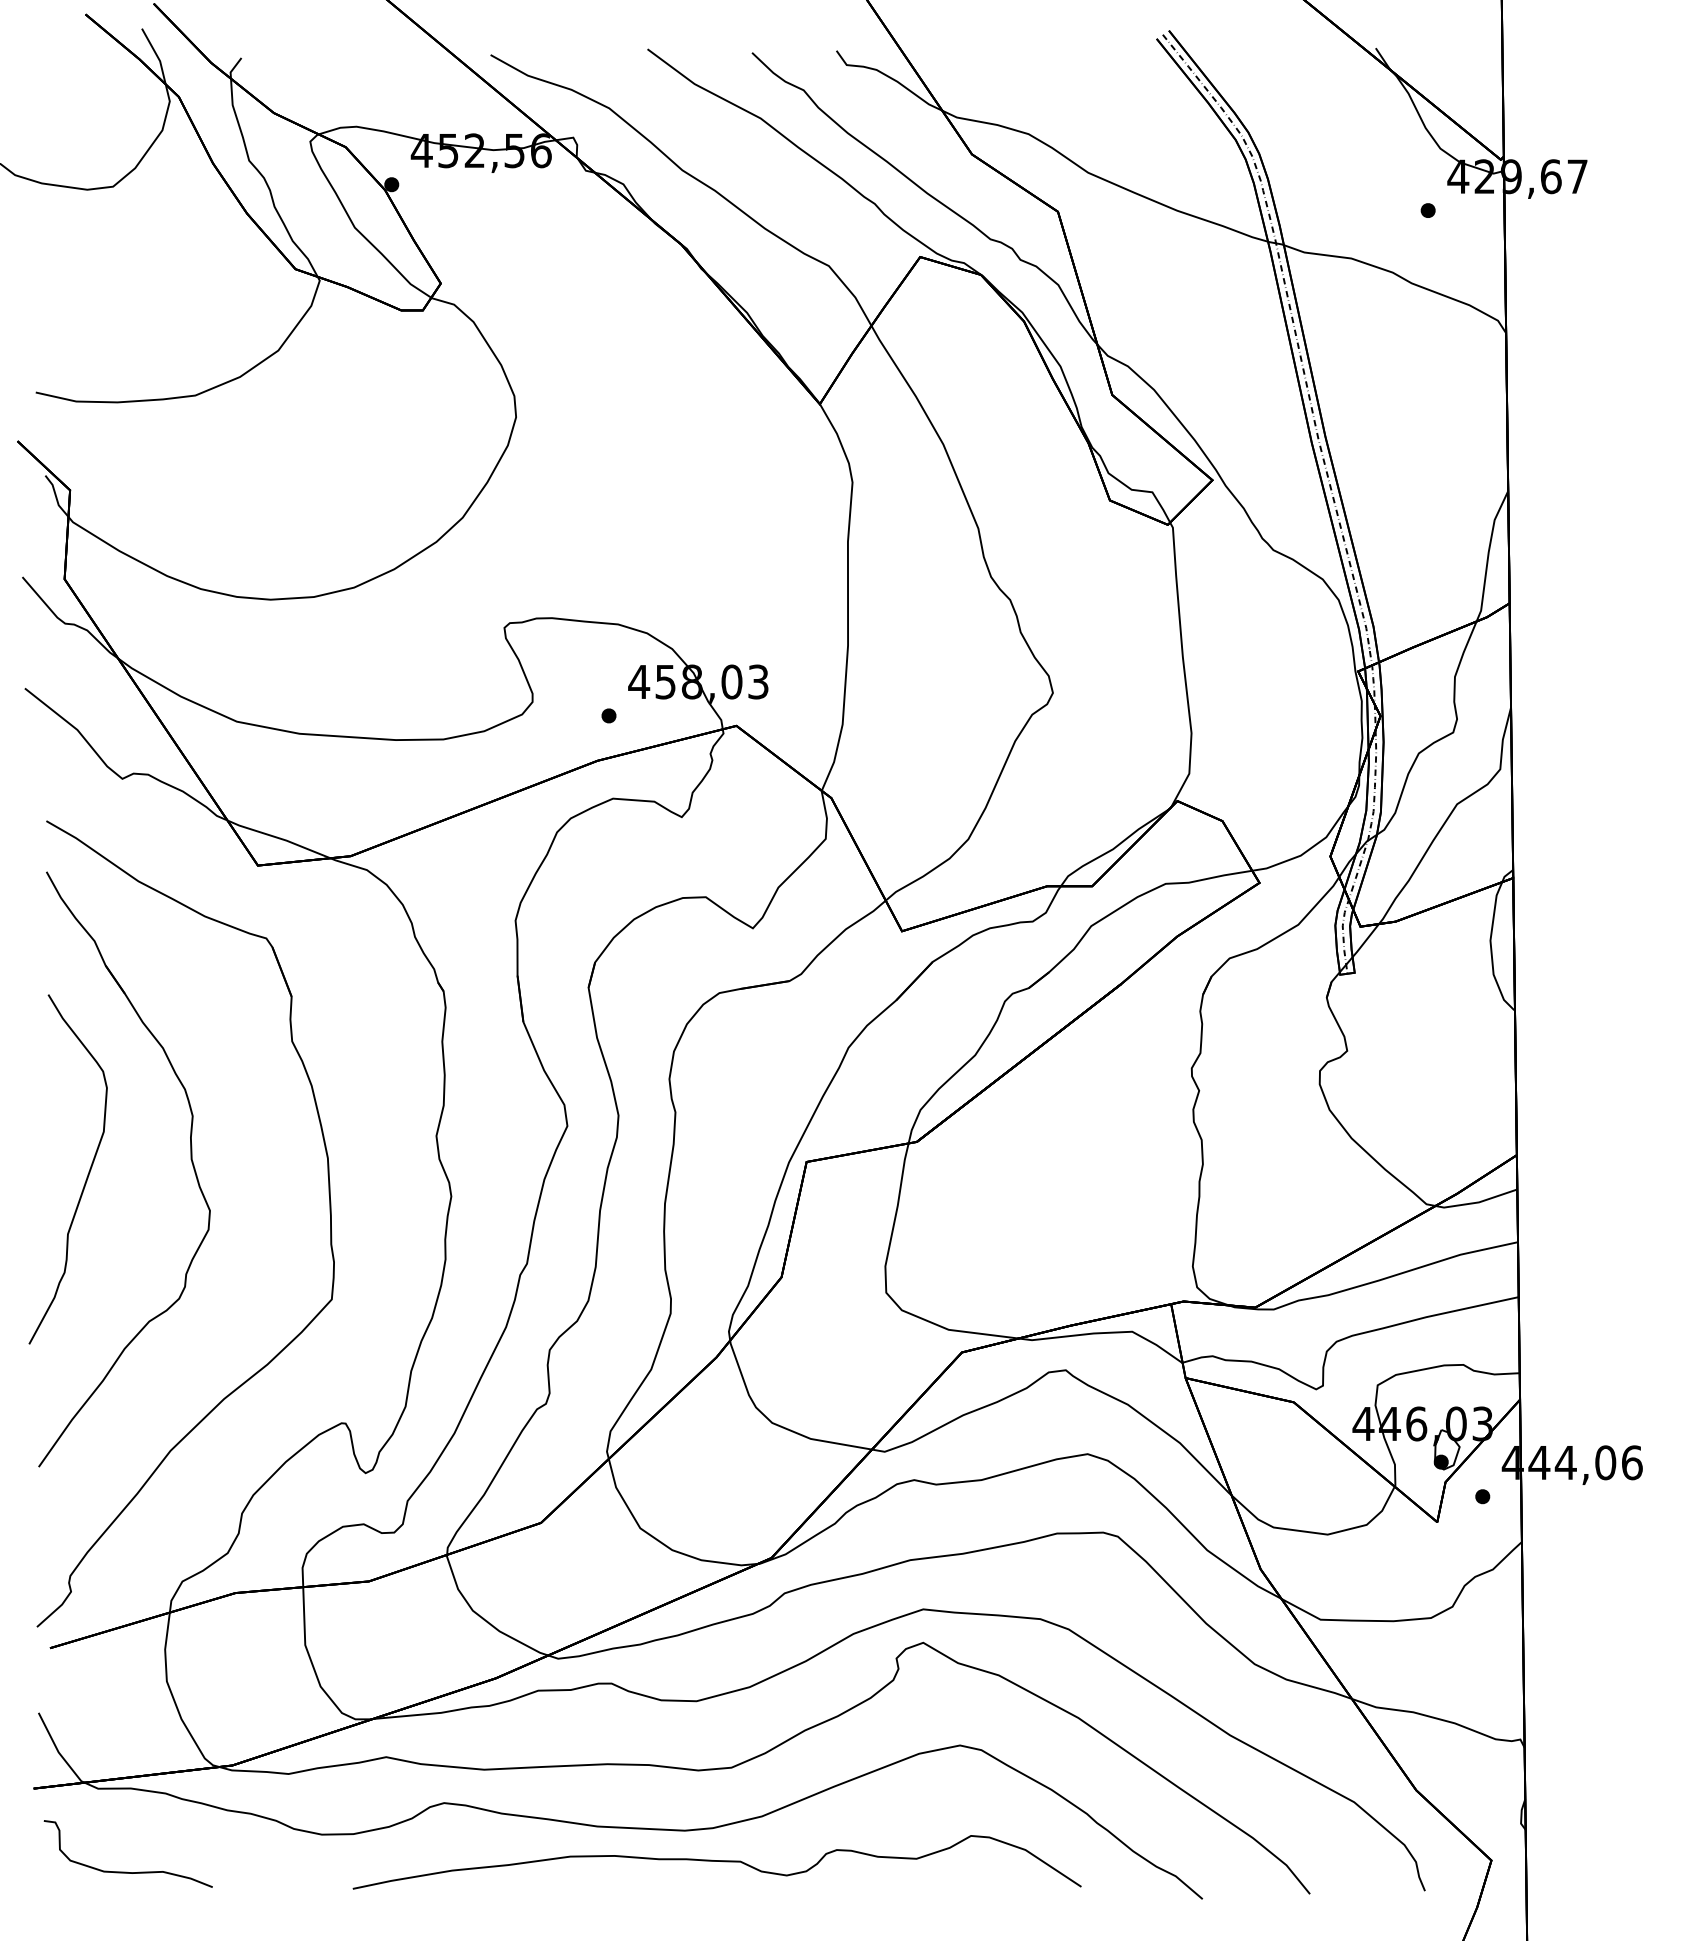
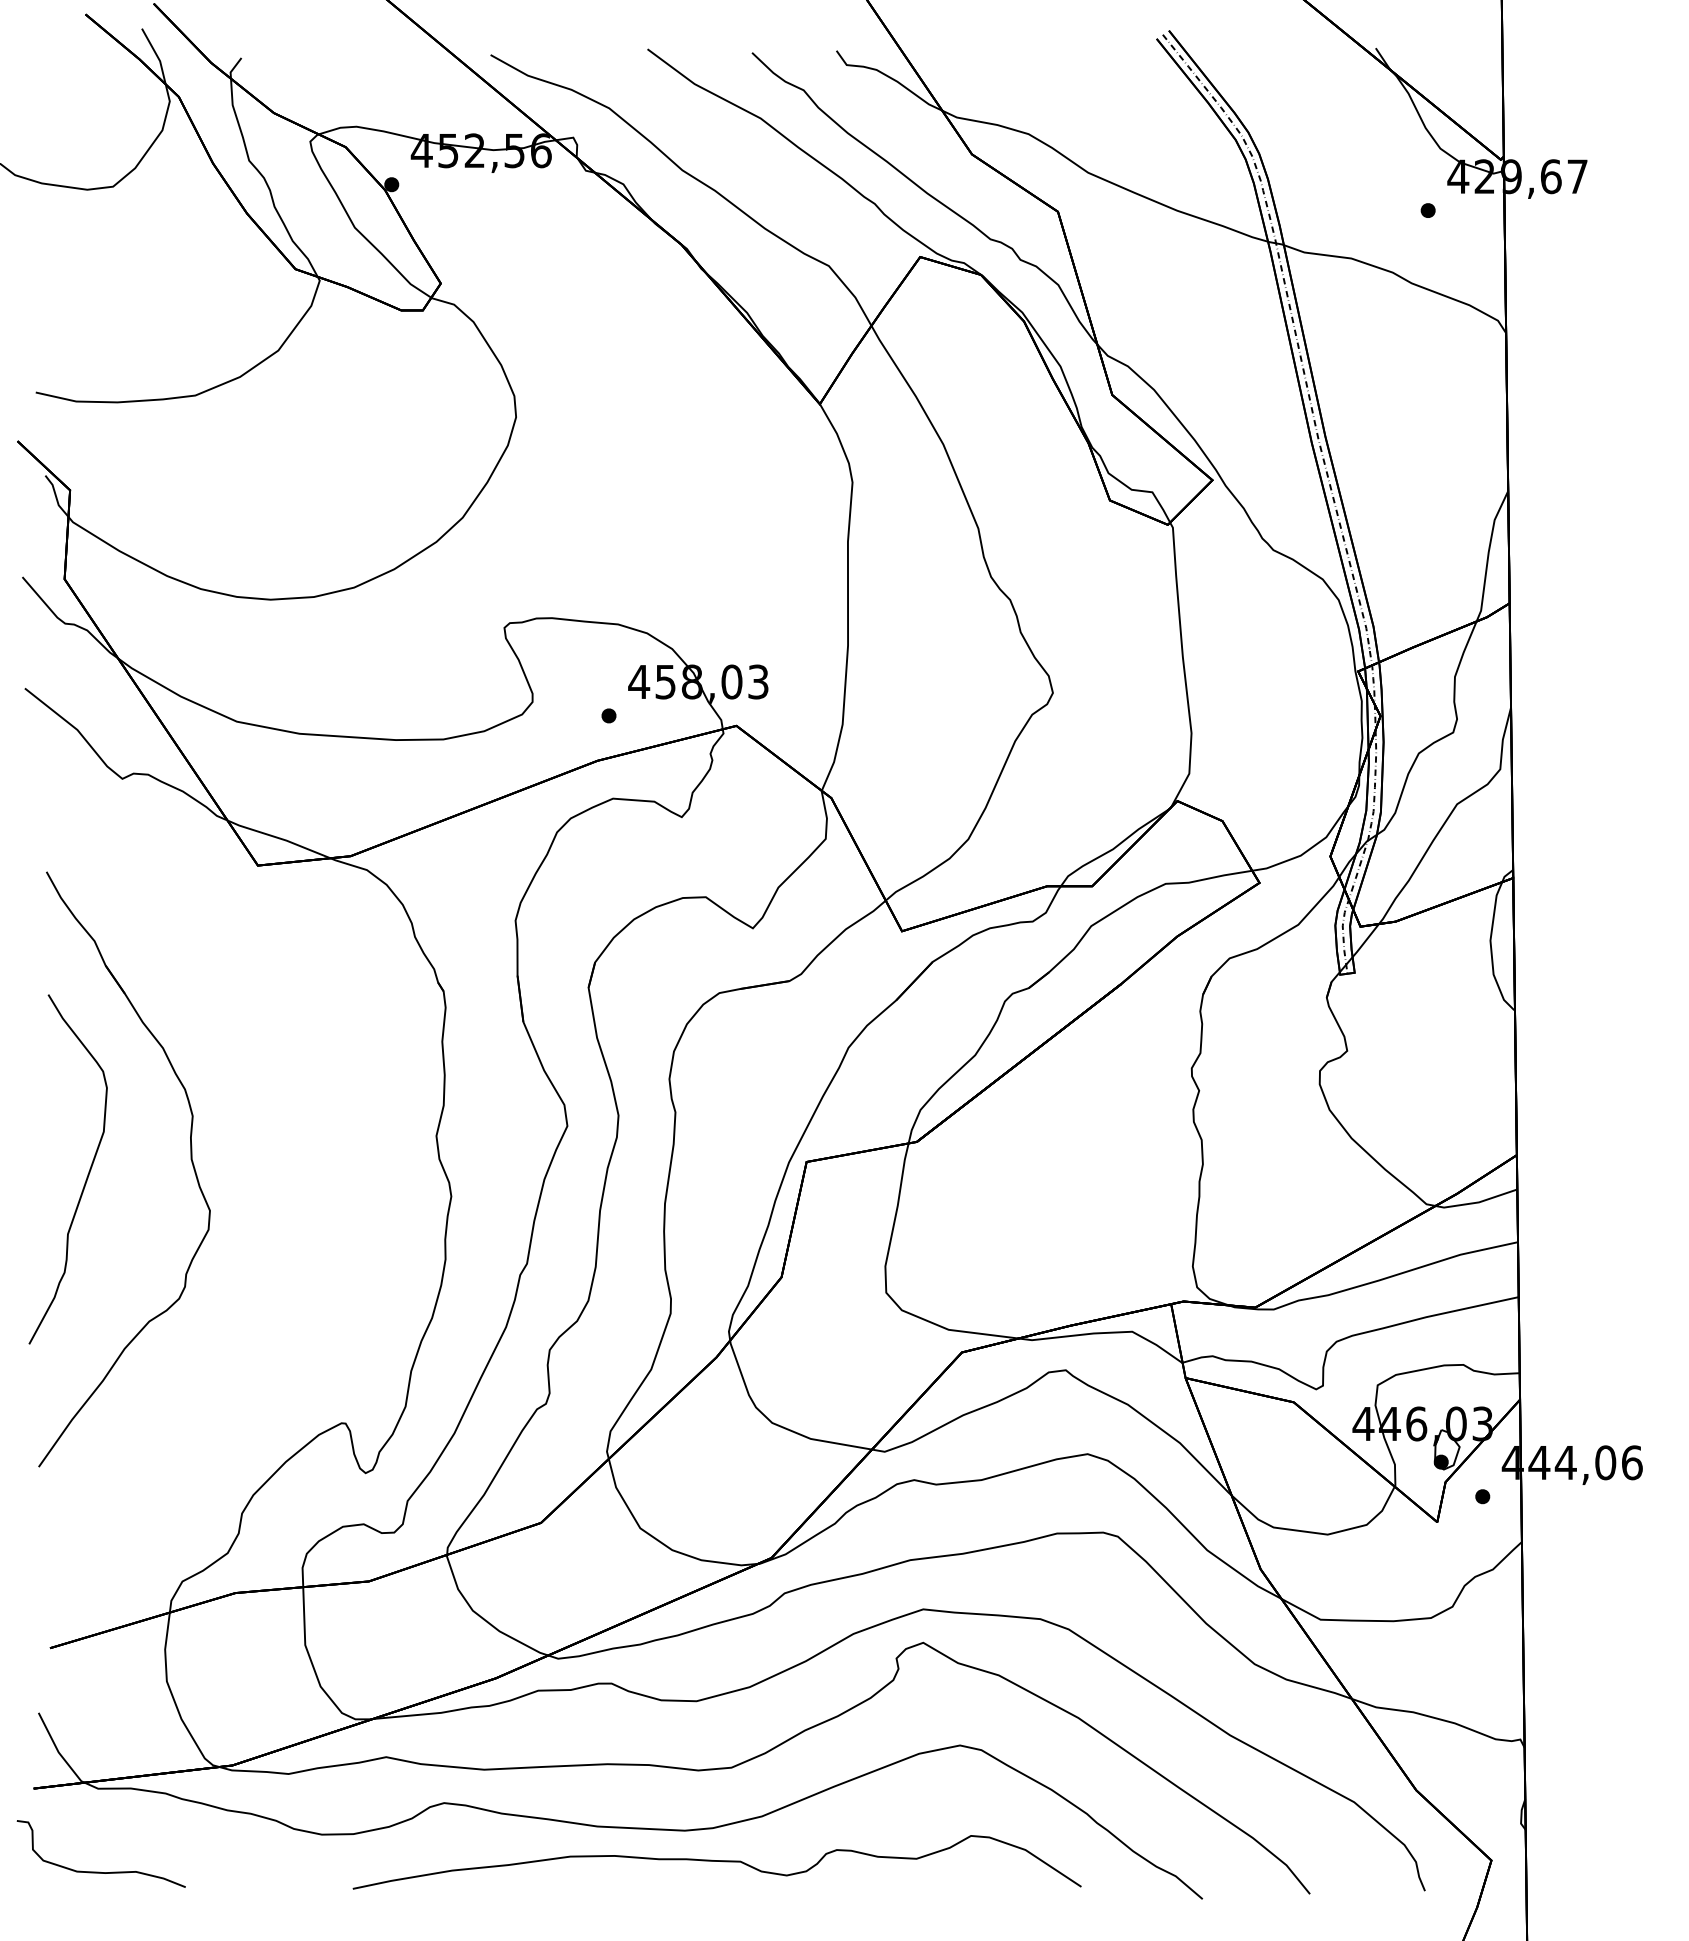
part at (329, 1213): present -> none
curve at (127, 1871) position: (127, 1871) -> (100, 1871)
